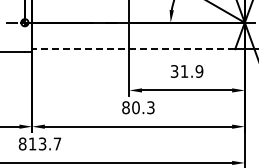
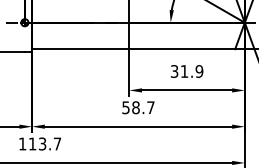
line at (133, 49): dashed -> solid
text at (138, 107): 80.3 -> 58.7
text at (22, 143): 813.7 -> 113.7
